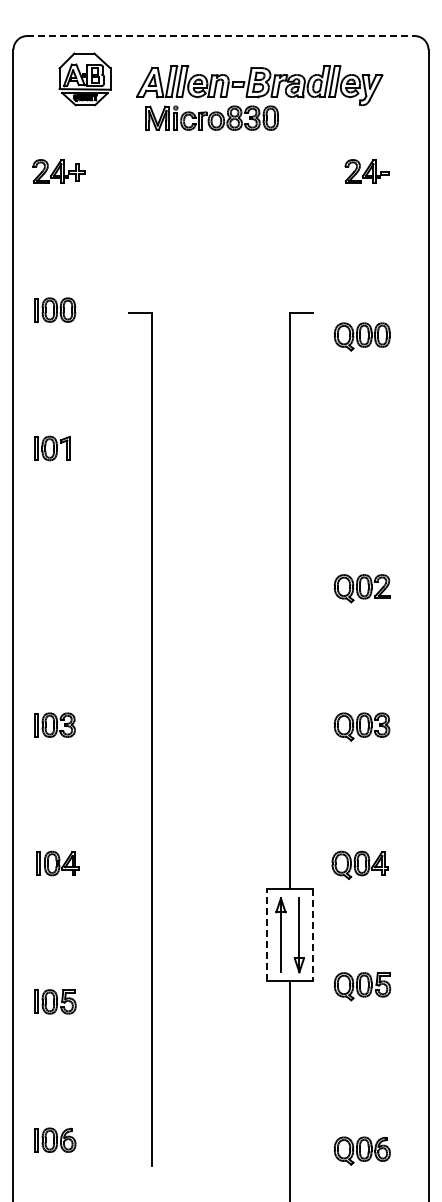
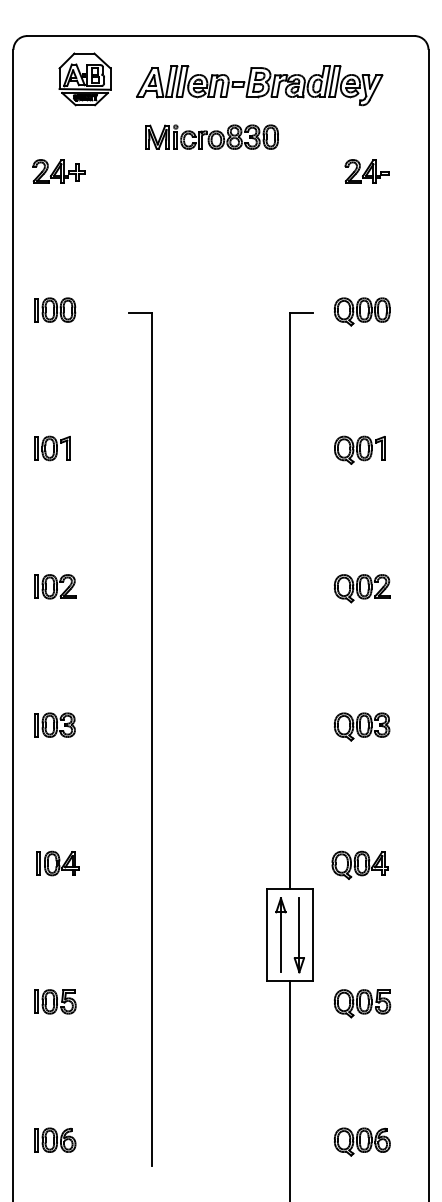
line at (220, 36): dashed -> solid
part at (211, 117) position: (211, 117) -> (211, 136)
part at (361, 336) position: (361, 336) -> (361, 311)
part at (359, 449): none -> present
part at (55, 586): none -> present
line at (267, 934): dashed -> solid
line at (313, 935): dashed -> solid
part at (362, 986) position: (362, 986) -> (362, 1003)
part at (361, 1150) position: (361, 1150) -> (361, 1141)
